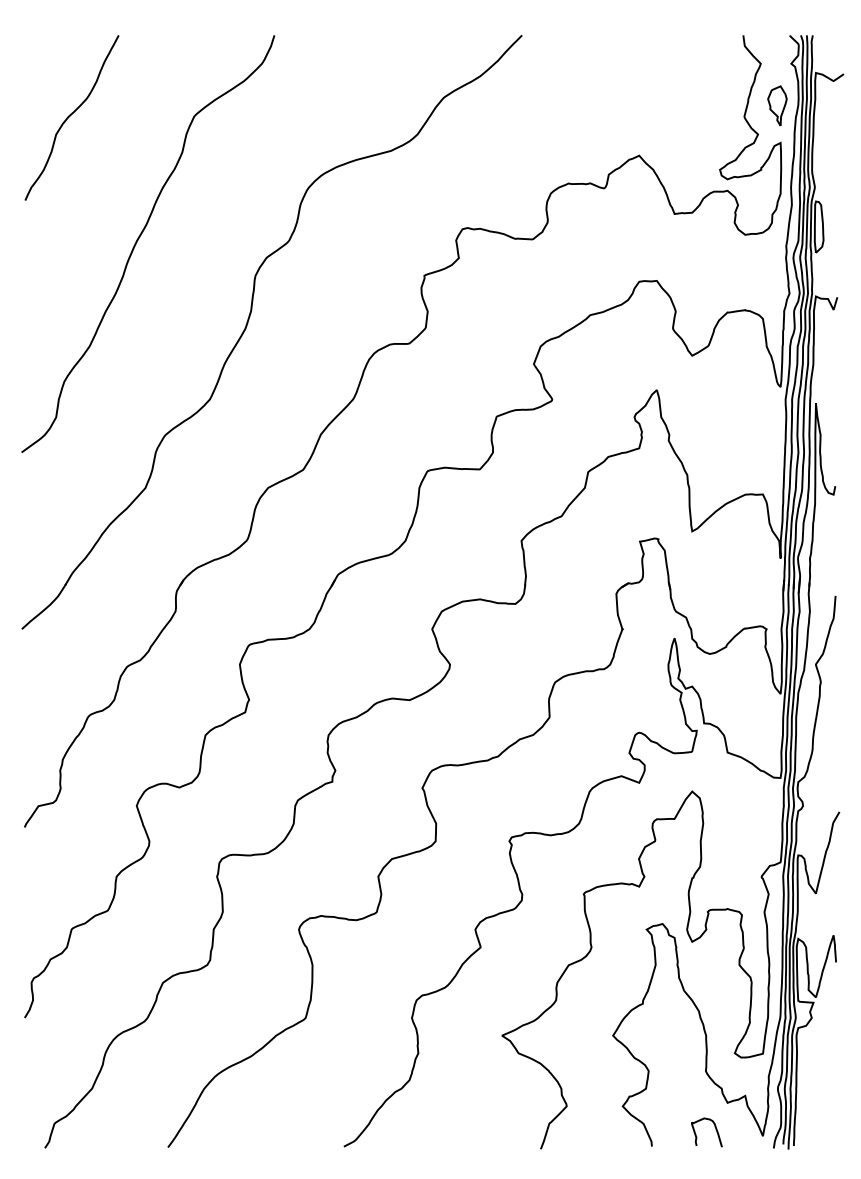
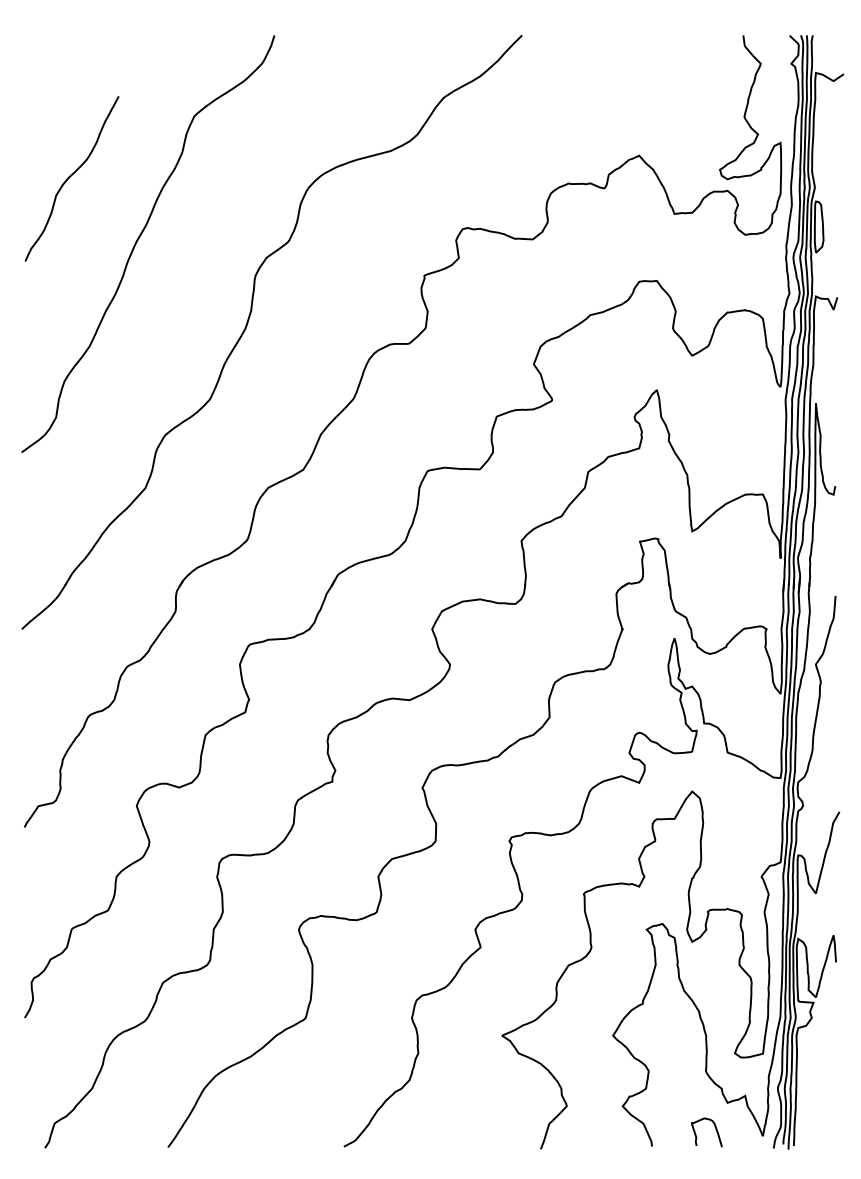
part at (777, 105): present -> none
curve at (70, 116) position: (70, 116) -> (70, 177)
